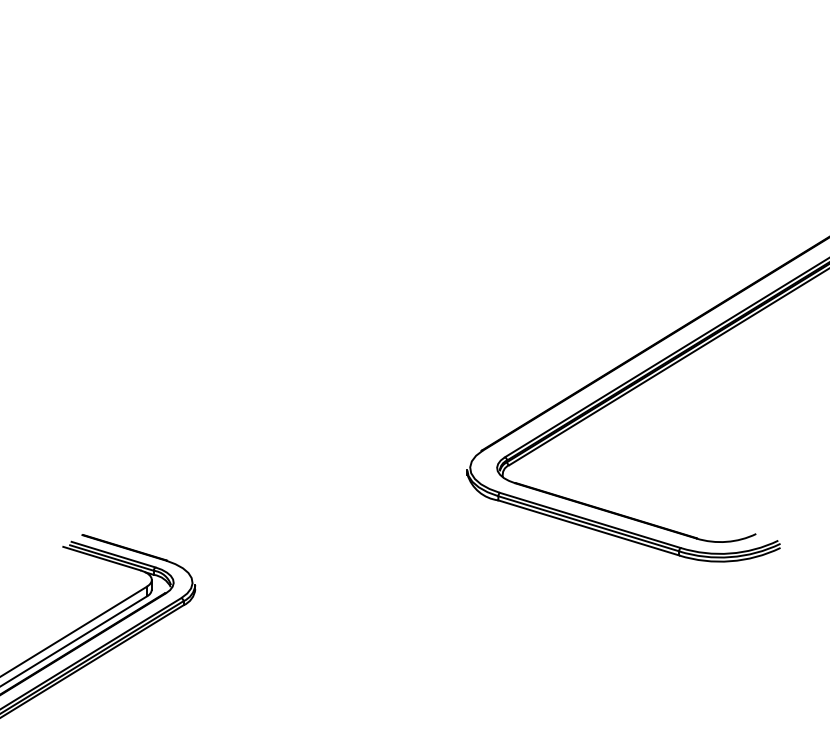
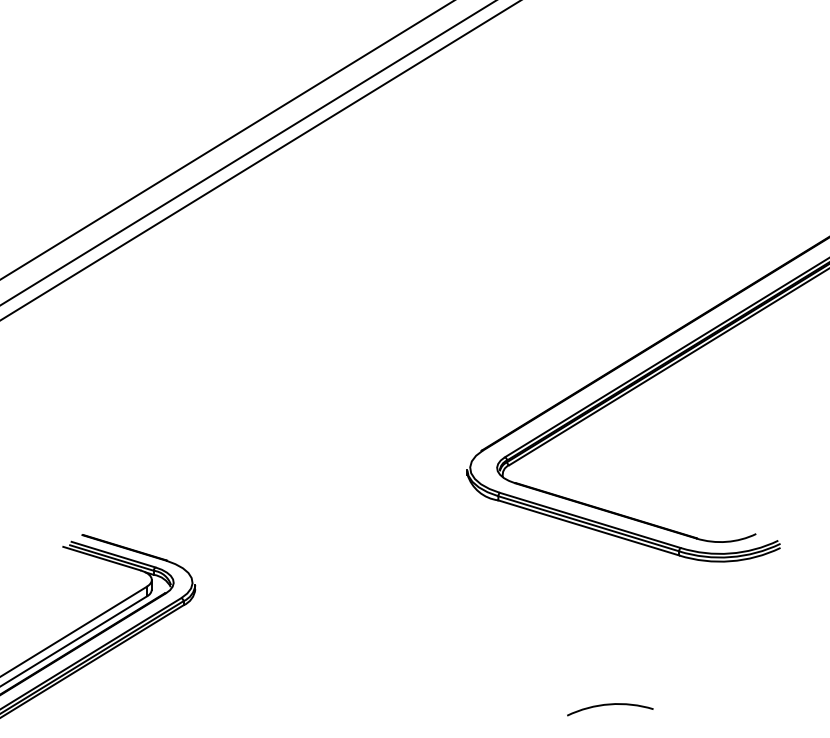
line at (226, 140): none -> present
line at (247, 153): none -> present
line at (260, 160): none -> present
arc at (610, 705): none -> present
